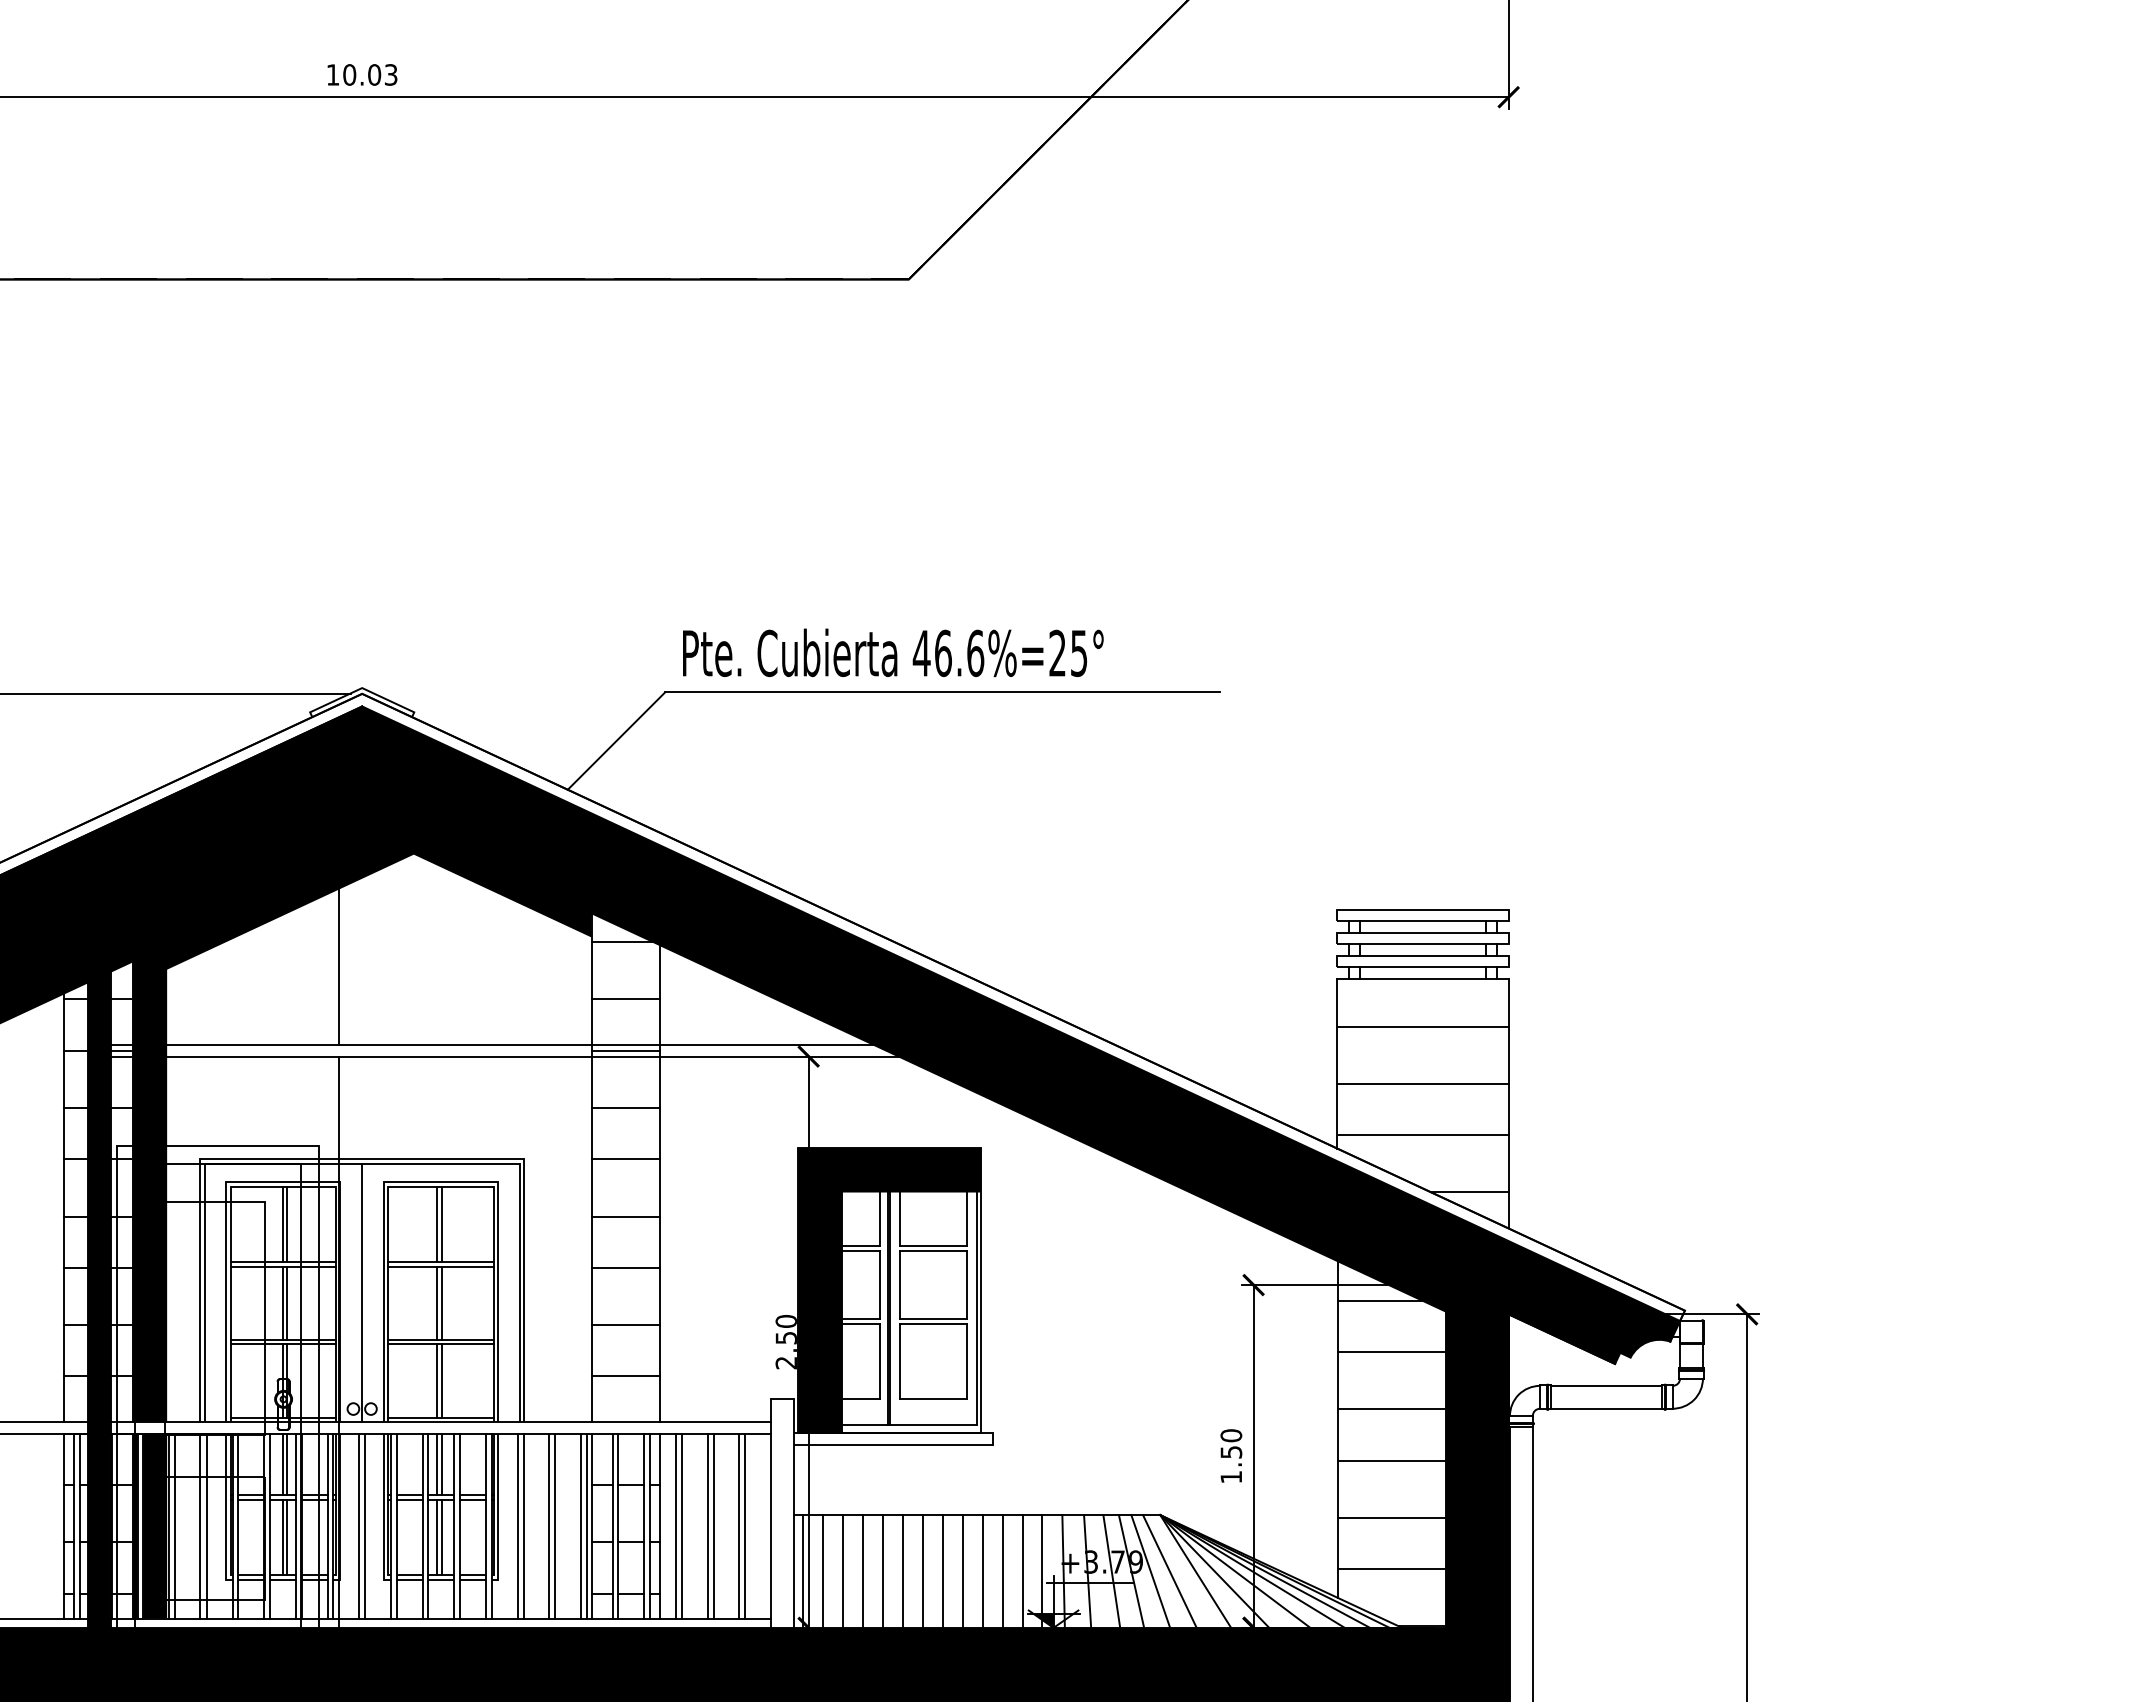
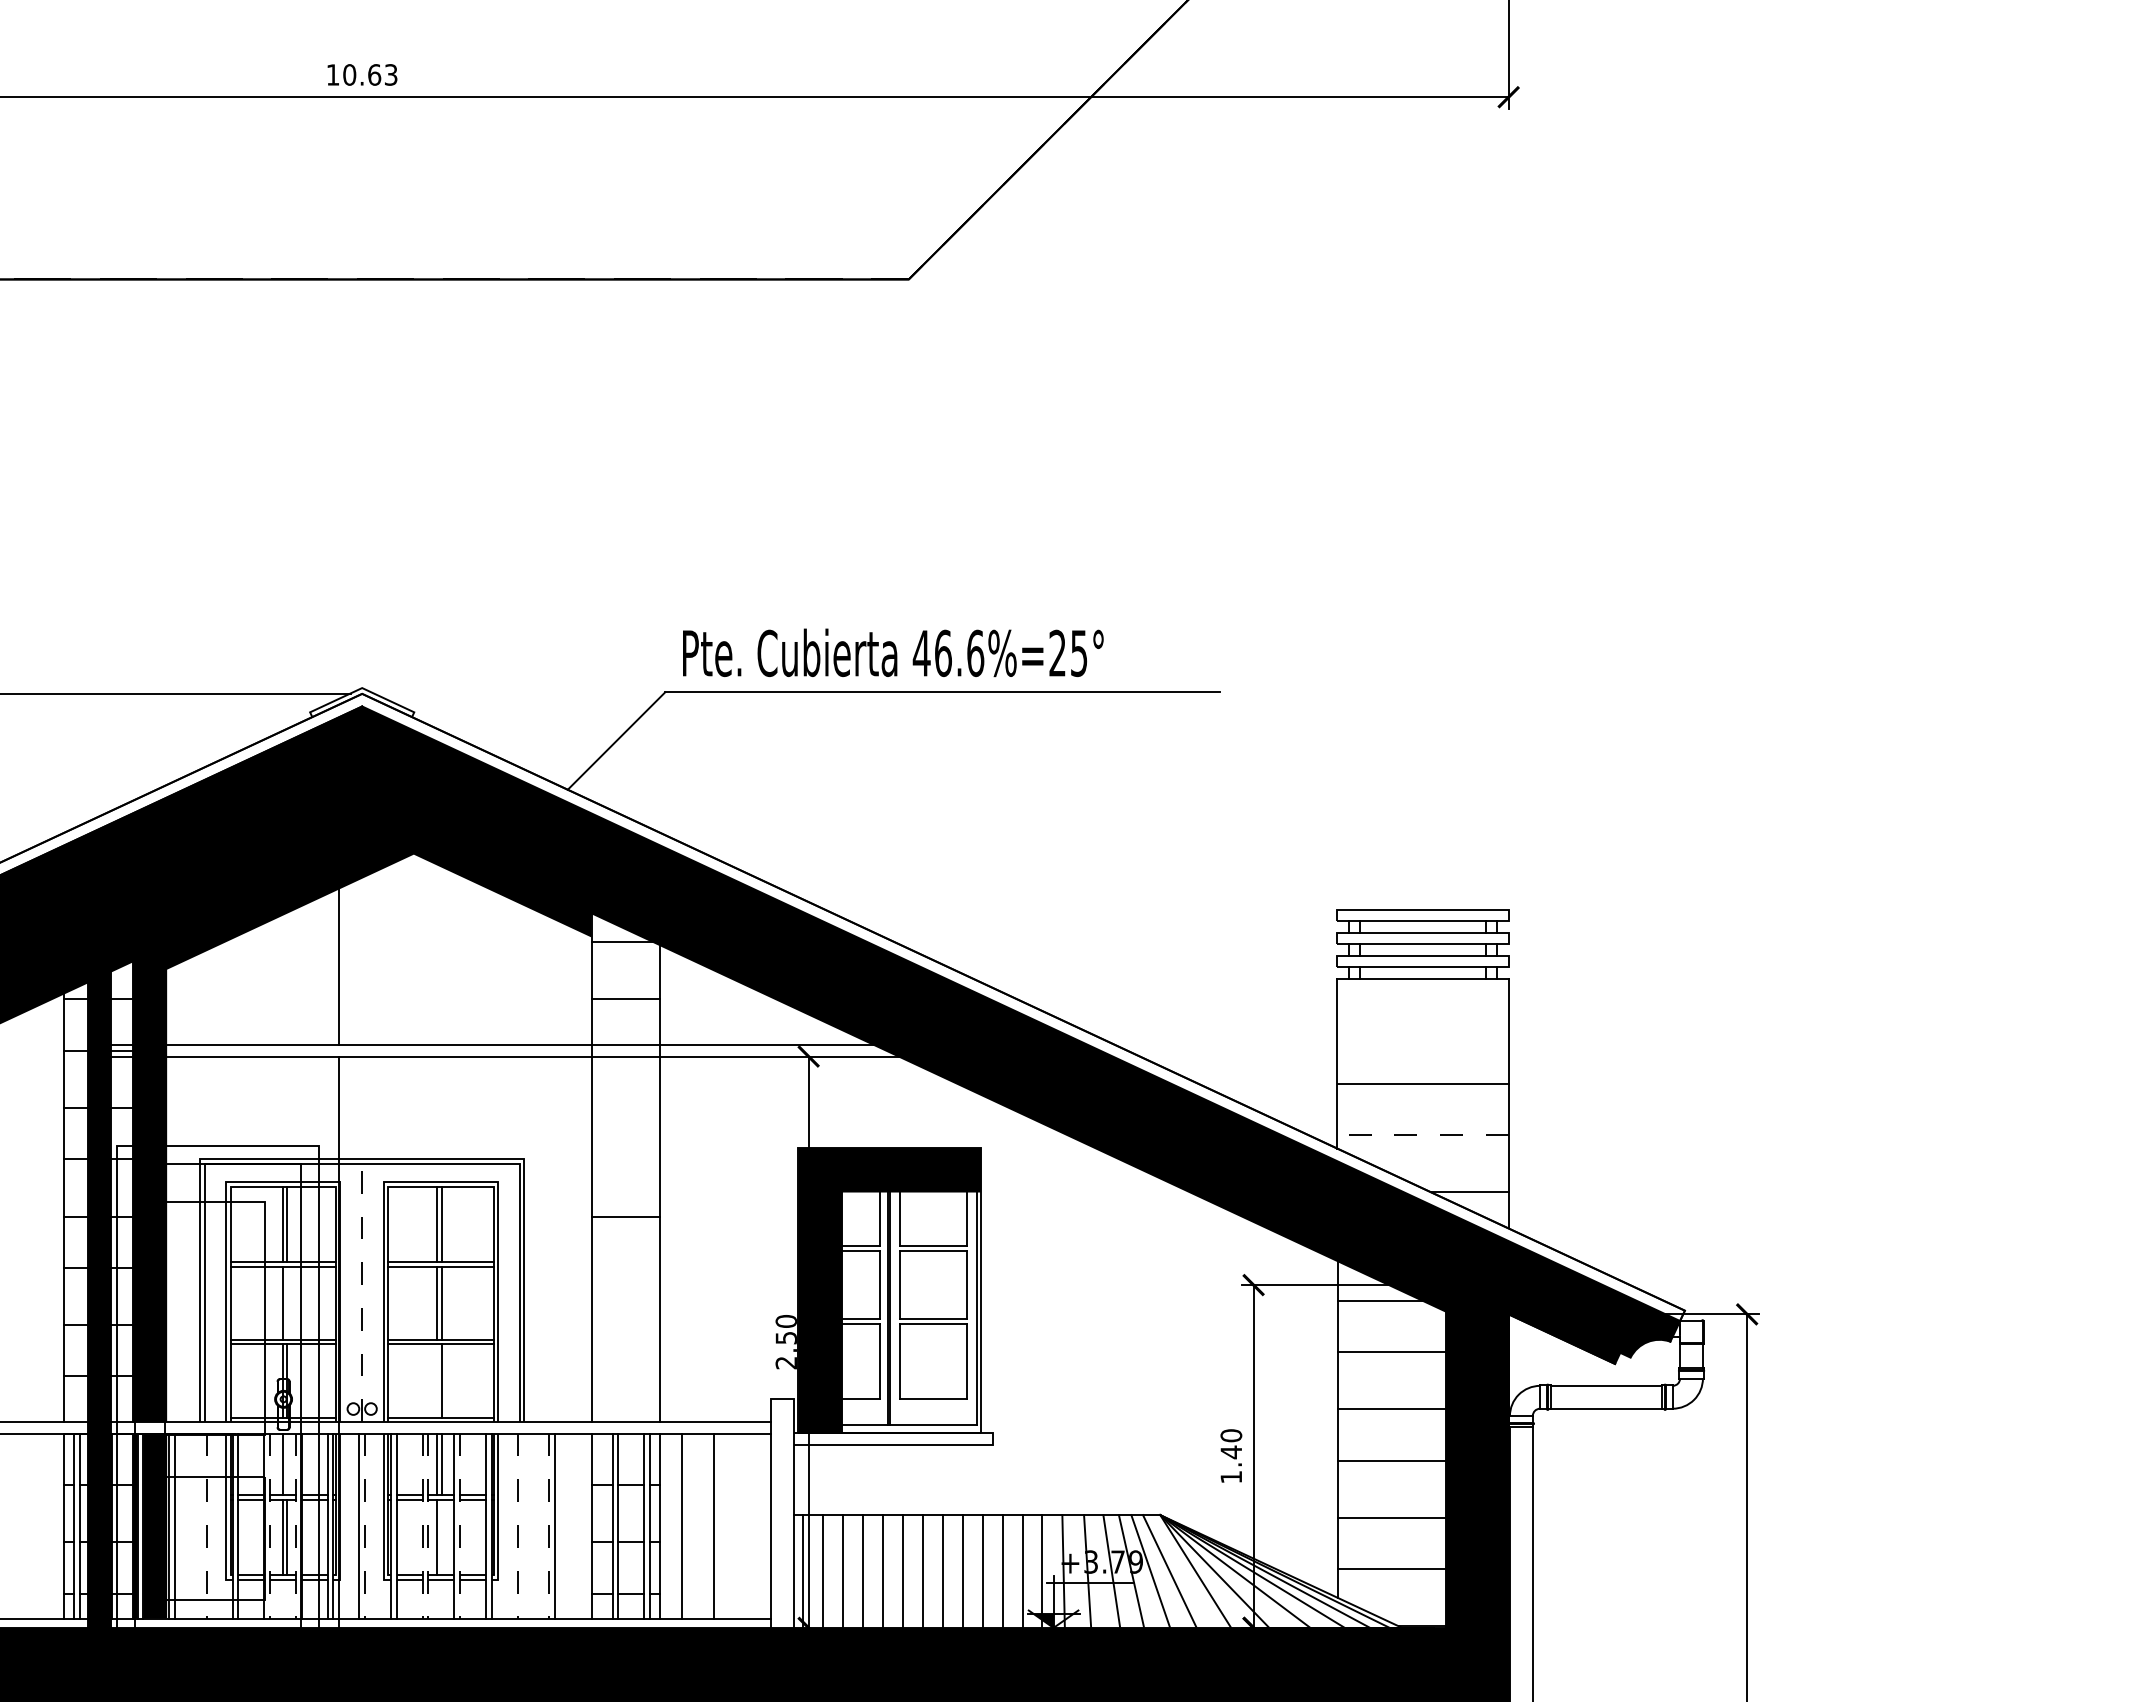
text at (374, 74): 10.03 -> 10.63
line at (1423, 1026): present -> none
line at (625, 1050): present -> none
line at (625, 1107): present -> none
line at (1422, 1135): solid -> dashed
line at (625, 1159): present -> none
line at (625, 1267): present -> none
line at (362, 1292): solid -> dashed
line at (287, 1302): present -> none
line at (625, 1325): present -> none
line at (625, 1376): present -> none
line at (436, 1380): present -> none
text at (1231, 1452): 1.50 -> 1.40
line at (287, 1464): present -> none
line at (199, 1525): present -> none
line at (524, 1525): present -> none
line at (581, 1525): present -> none
line at (586, 1525): present -> none
line at (676, 1525): present -> none
line at (707, 1525): present -> none
line at (739, 1525): present -> none
line at (745, 1525): present -> none
line at (206, 1526): solid -> dashed
line at (270, 1526): solid -> dashed
line at (295, 1526): solid -> dashed
line at (365, 1526): solid -> dashed
line at (422, 1526): solid -> dashed
line at (428, 1526): solid -> dashed
line at (460, 1526): solid -> dashed
line at (517, 1526): solid -> dashed
line at (549, 1526): solid -> dashed
line at (441, 1537): present -> none
